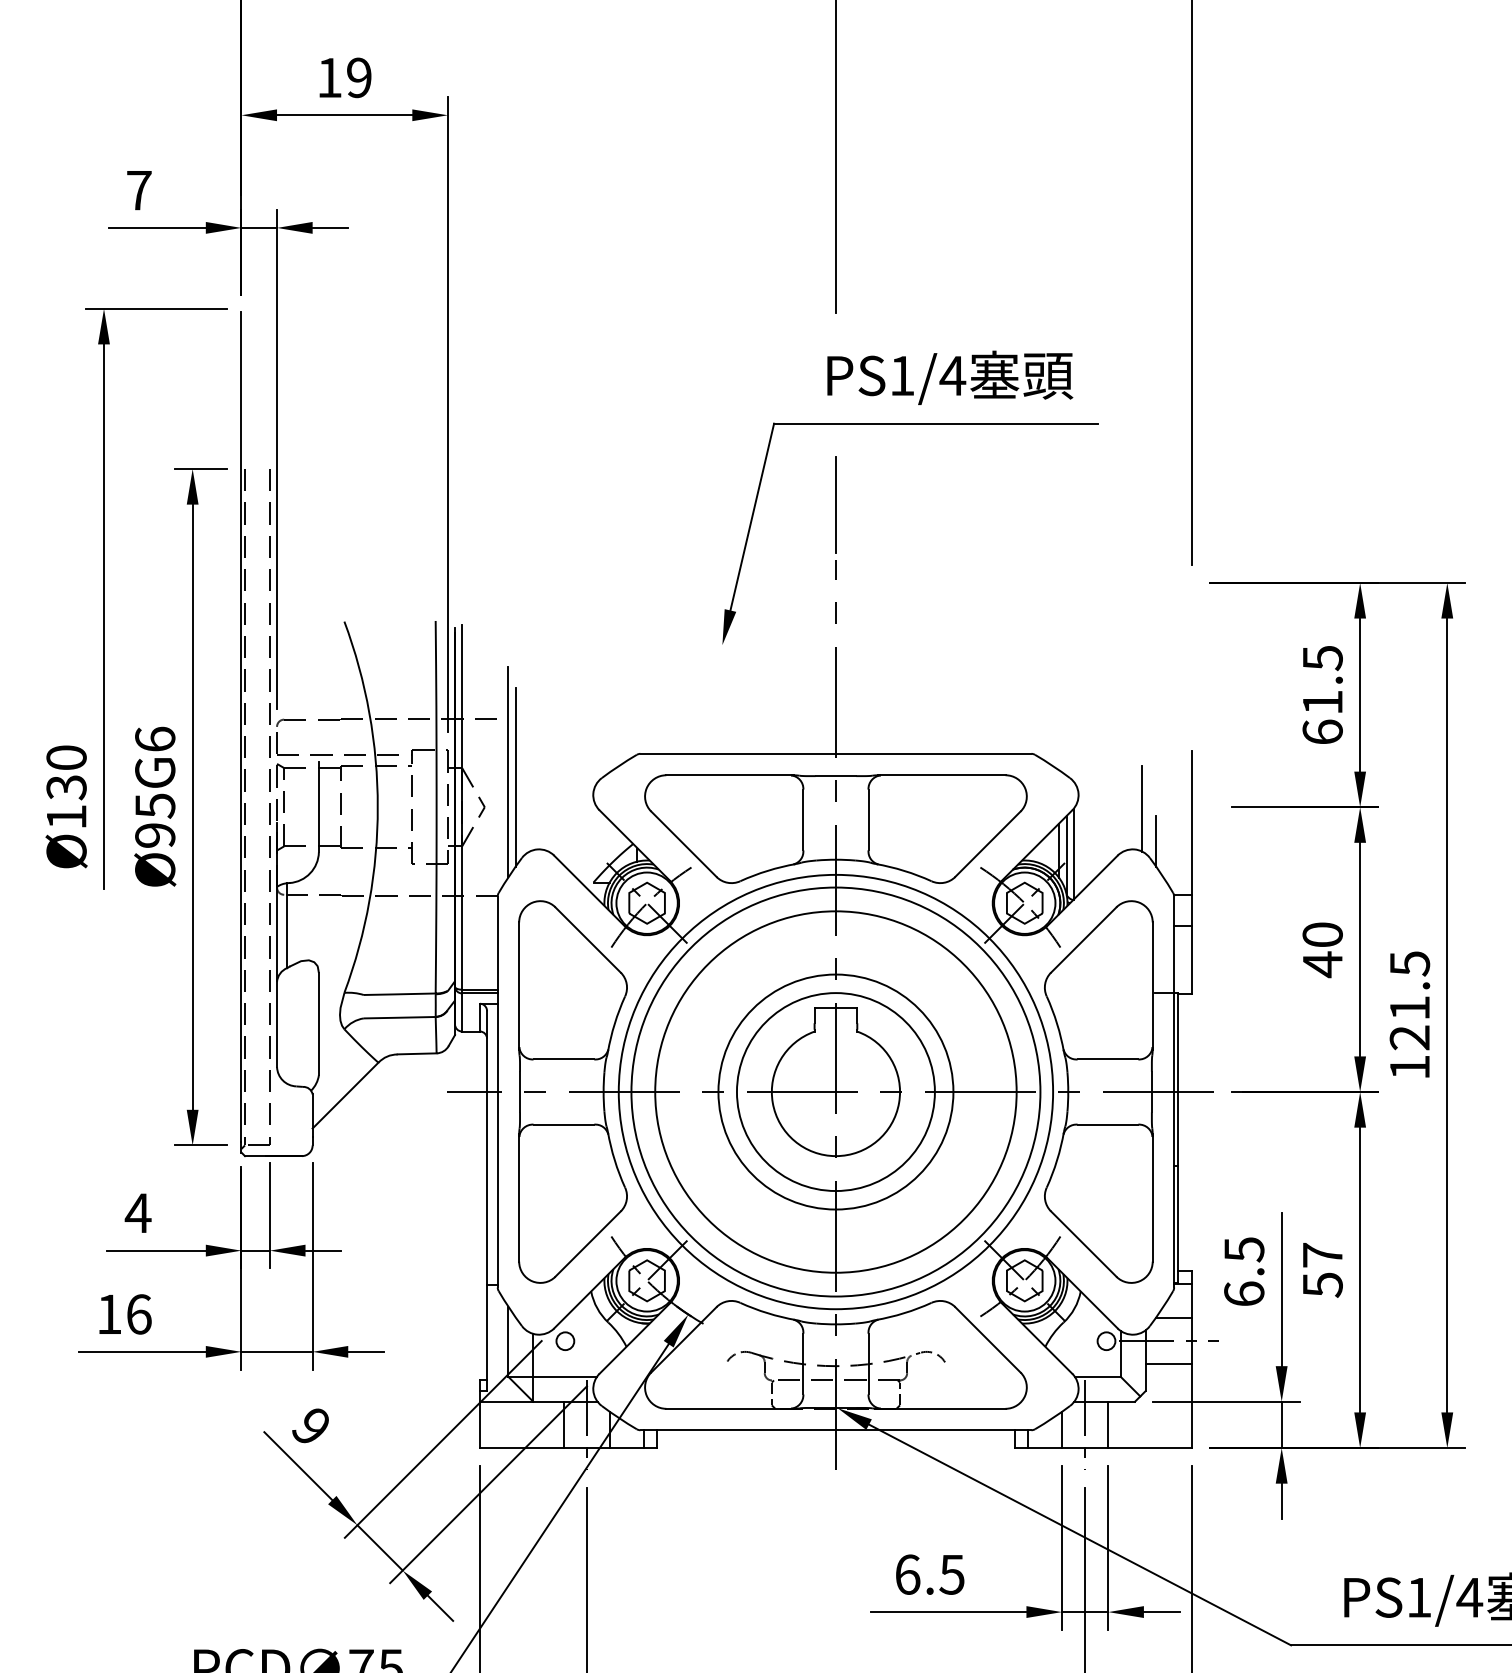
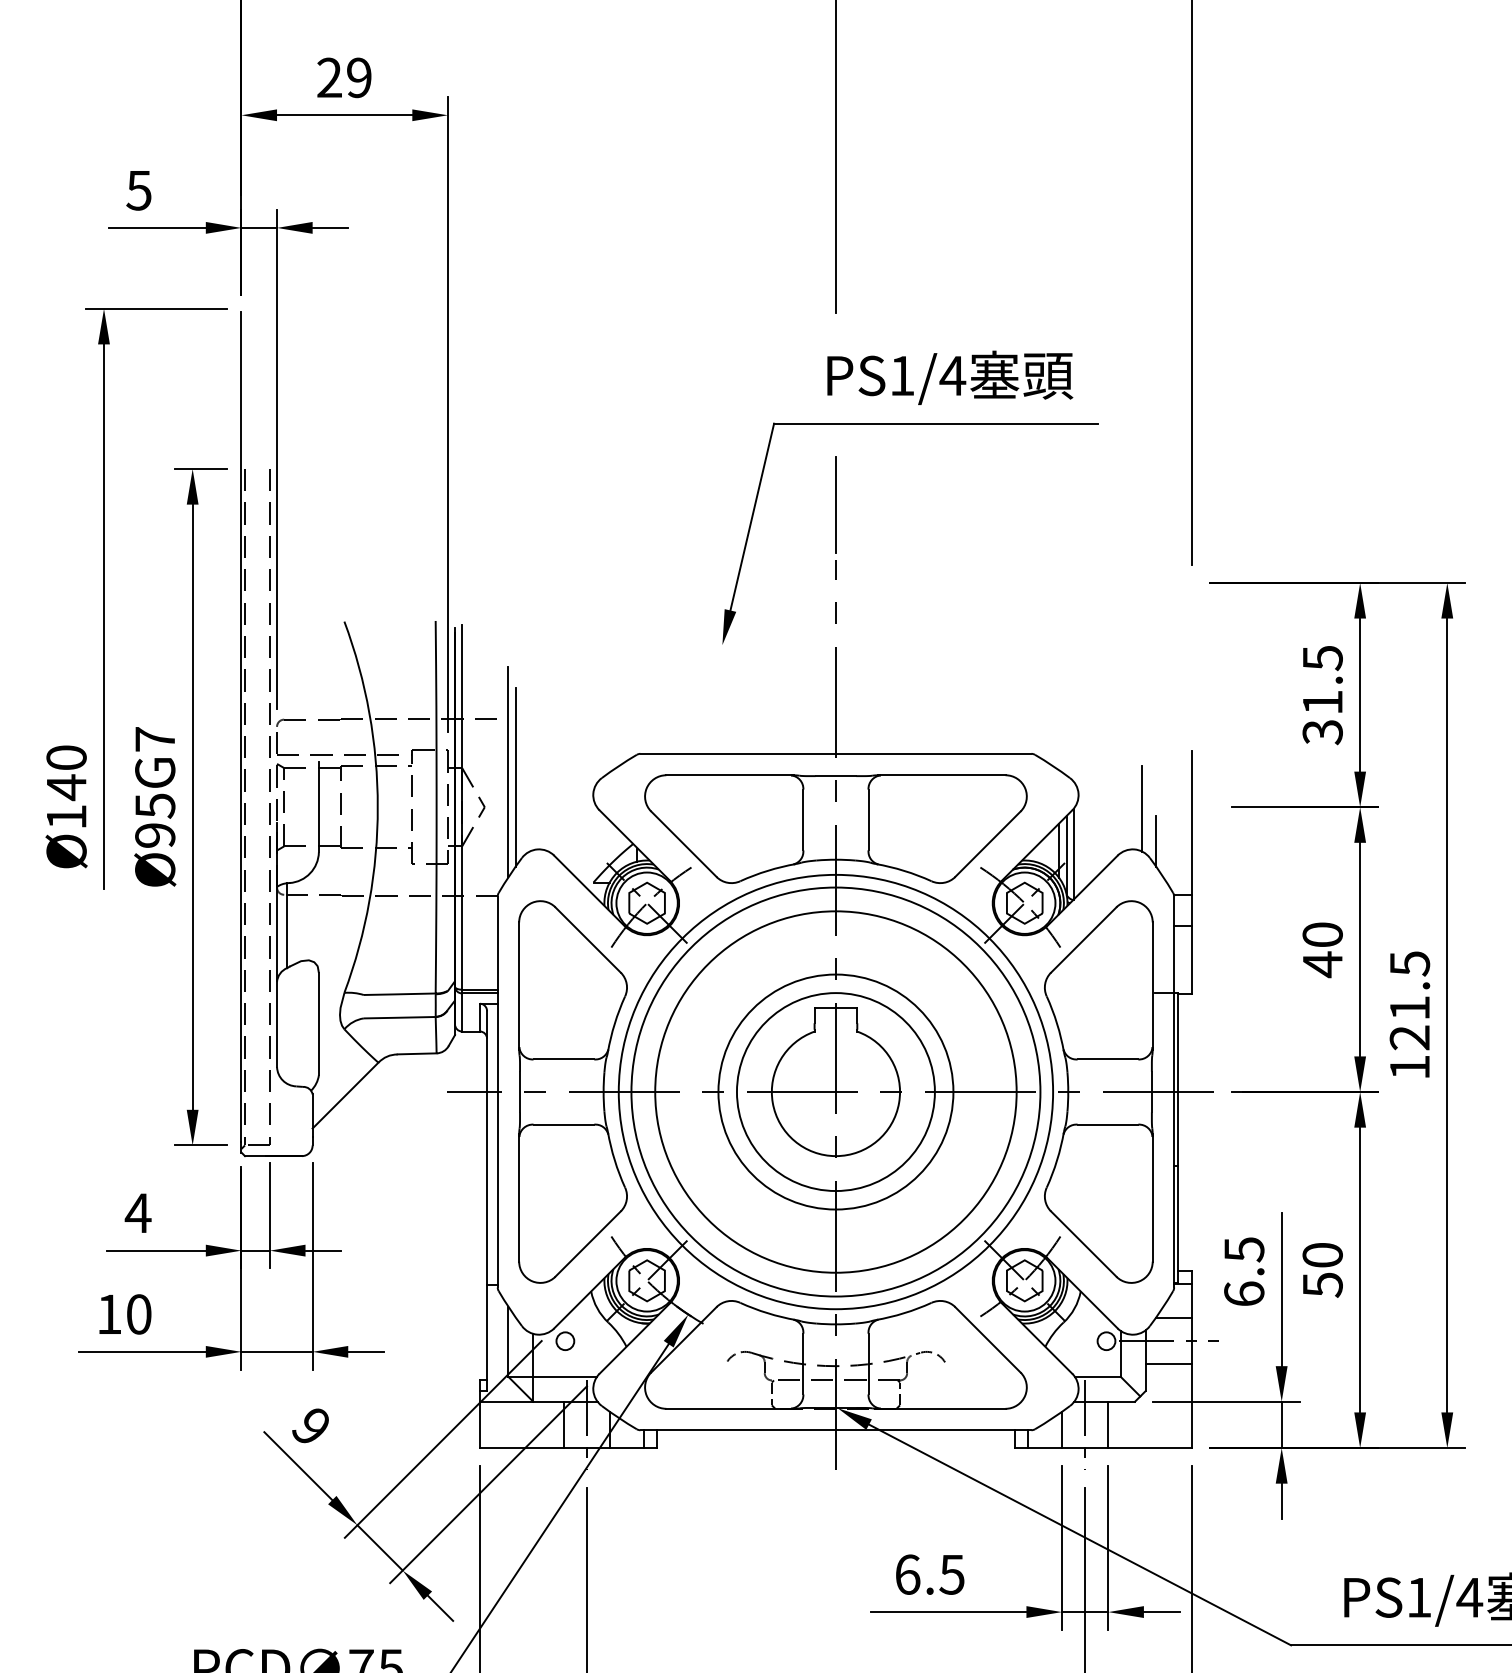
text at (329, 77): 19 -> 29
text at (138, 190): 7 -> 5
text at (1322, 732): 61.5 -> 31.5
text at (155, 738): Ø95G6 -> Ø95G7
text at (66, 787): Ø130 -> Ø140
text at (1322, 1255): 57 -> 50
text at (139, 1314): 16 -> 10
